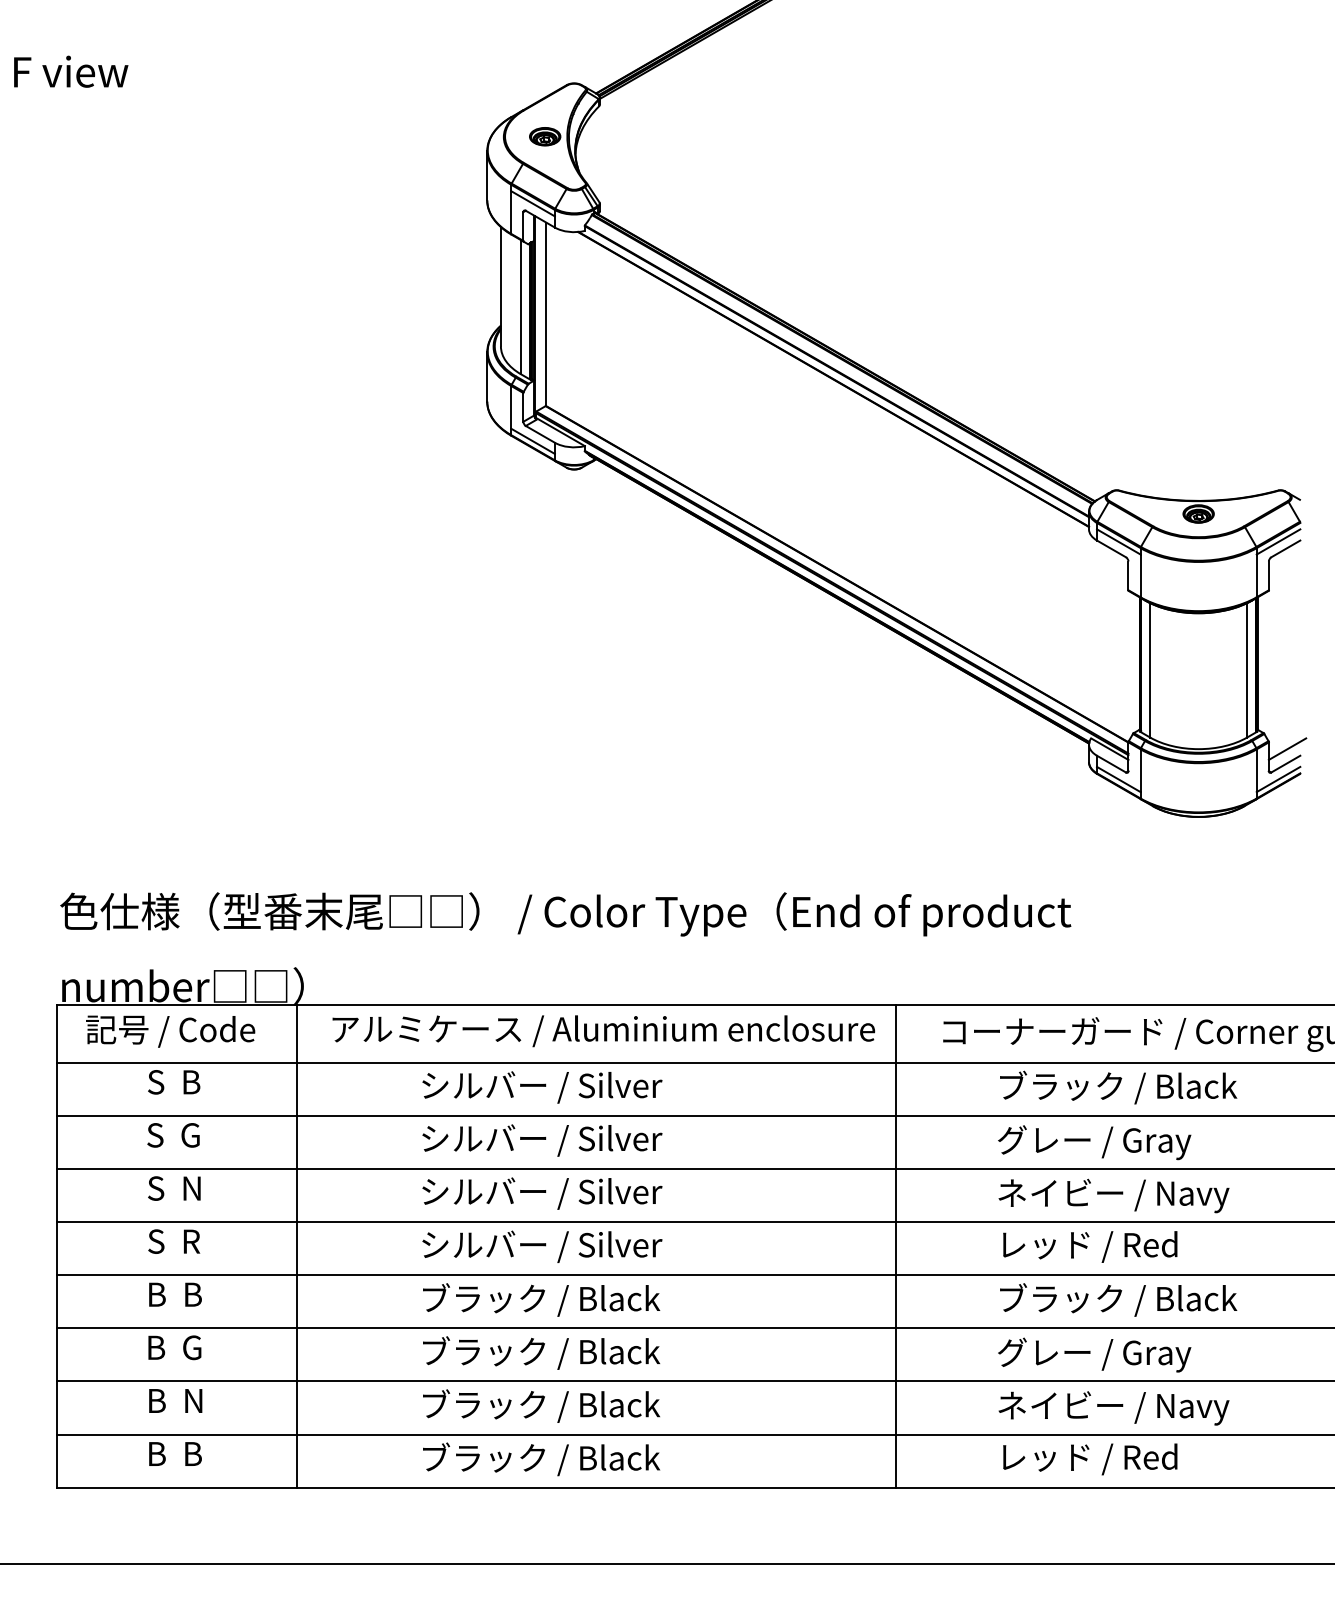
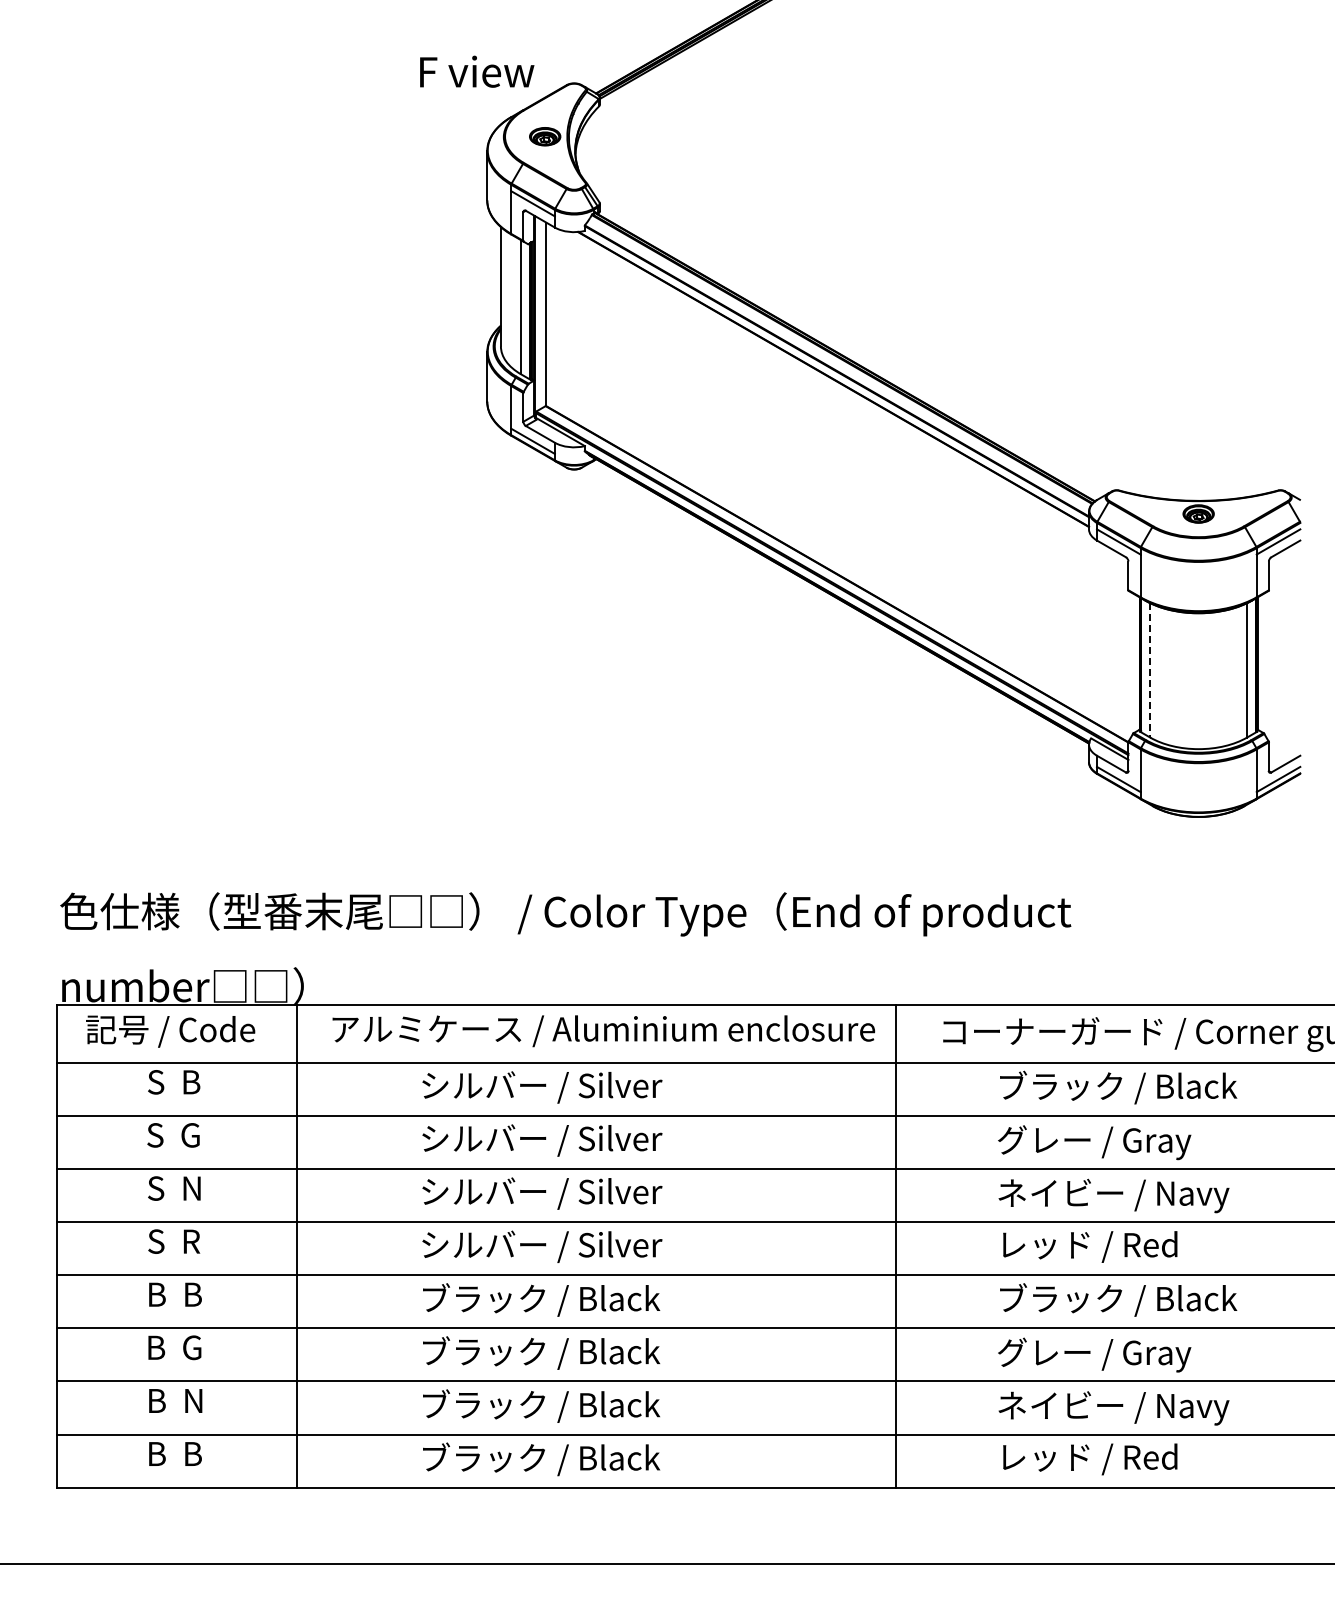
text at (71, 71) position: (71, 71) -> (477, 71)
line at (1150, 670): solid -> dashed
line at (1287, 748): present -> none
